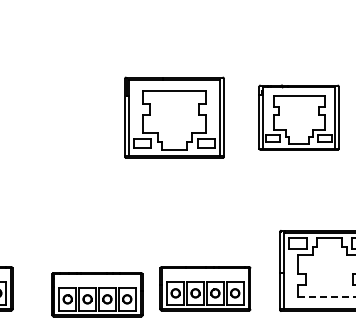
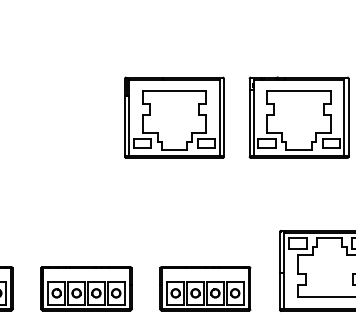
part at (298, 117) size: 82x67 px -> 102x83 px
part at (97, 294) position: (97, 294) -> (86, 288)
line at (326, 297): dashed -> solid
